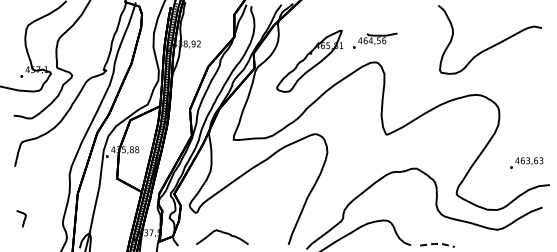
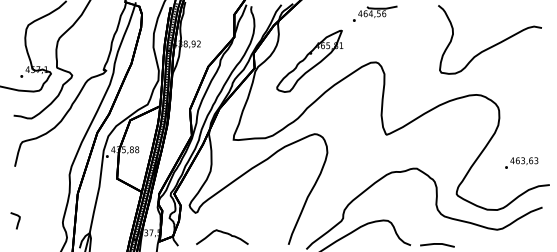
part at (375, 40) position: (375, 40) -> (375, 13)
text at (526, 162) position: (526, 162) -> (521, 162)
curve at (23, 219) position: (23, 219) -> (17, 221)
line at (437, 243): dashed -> solid
